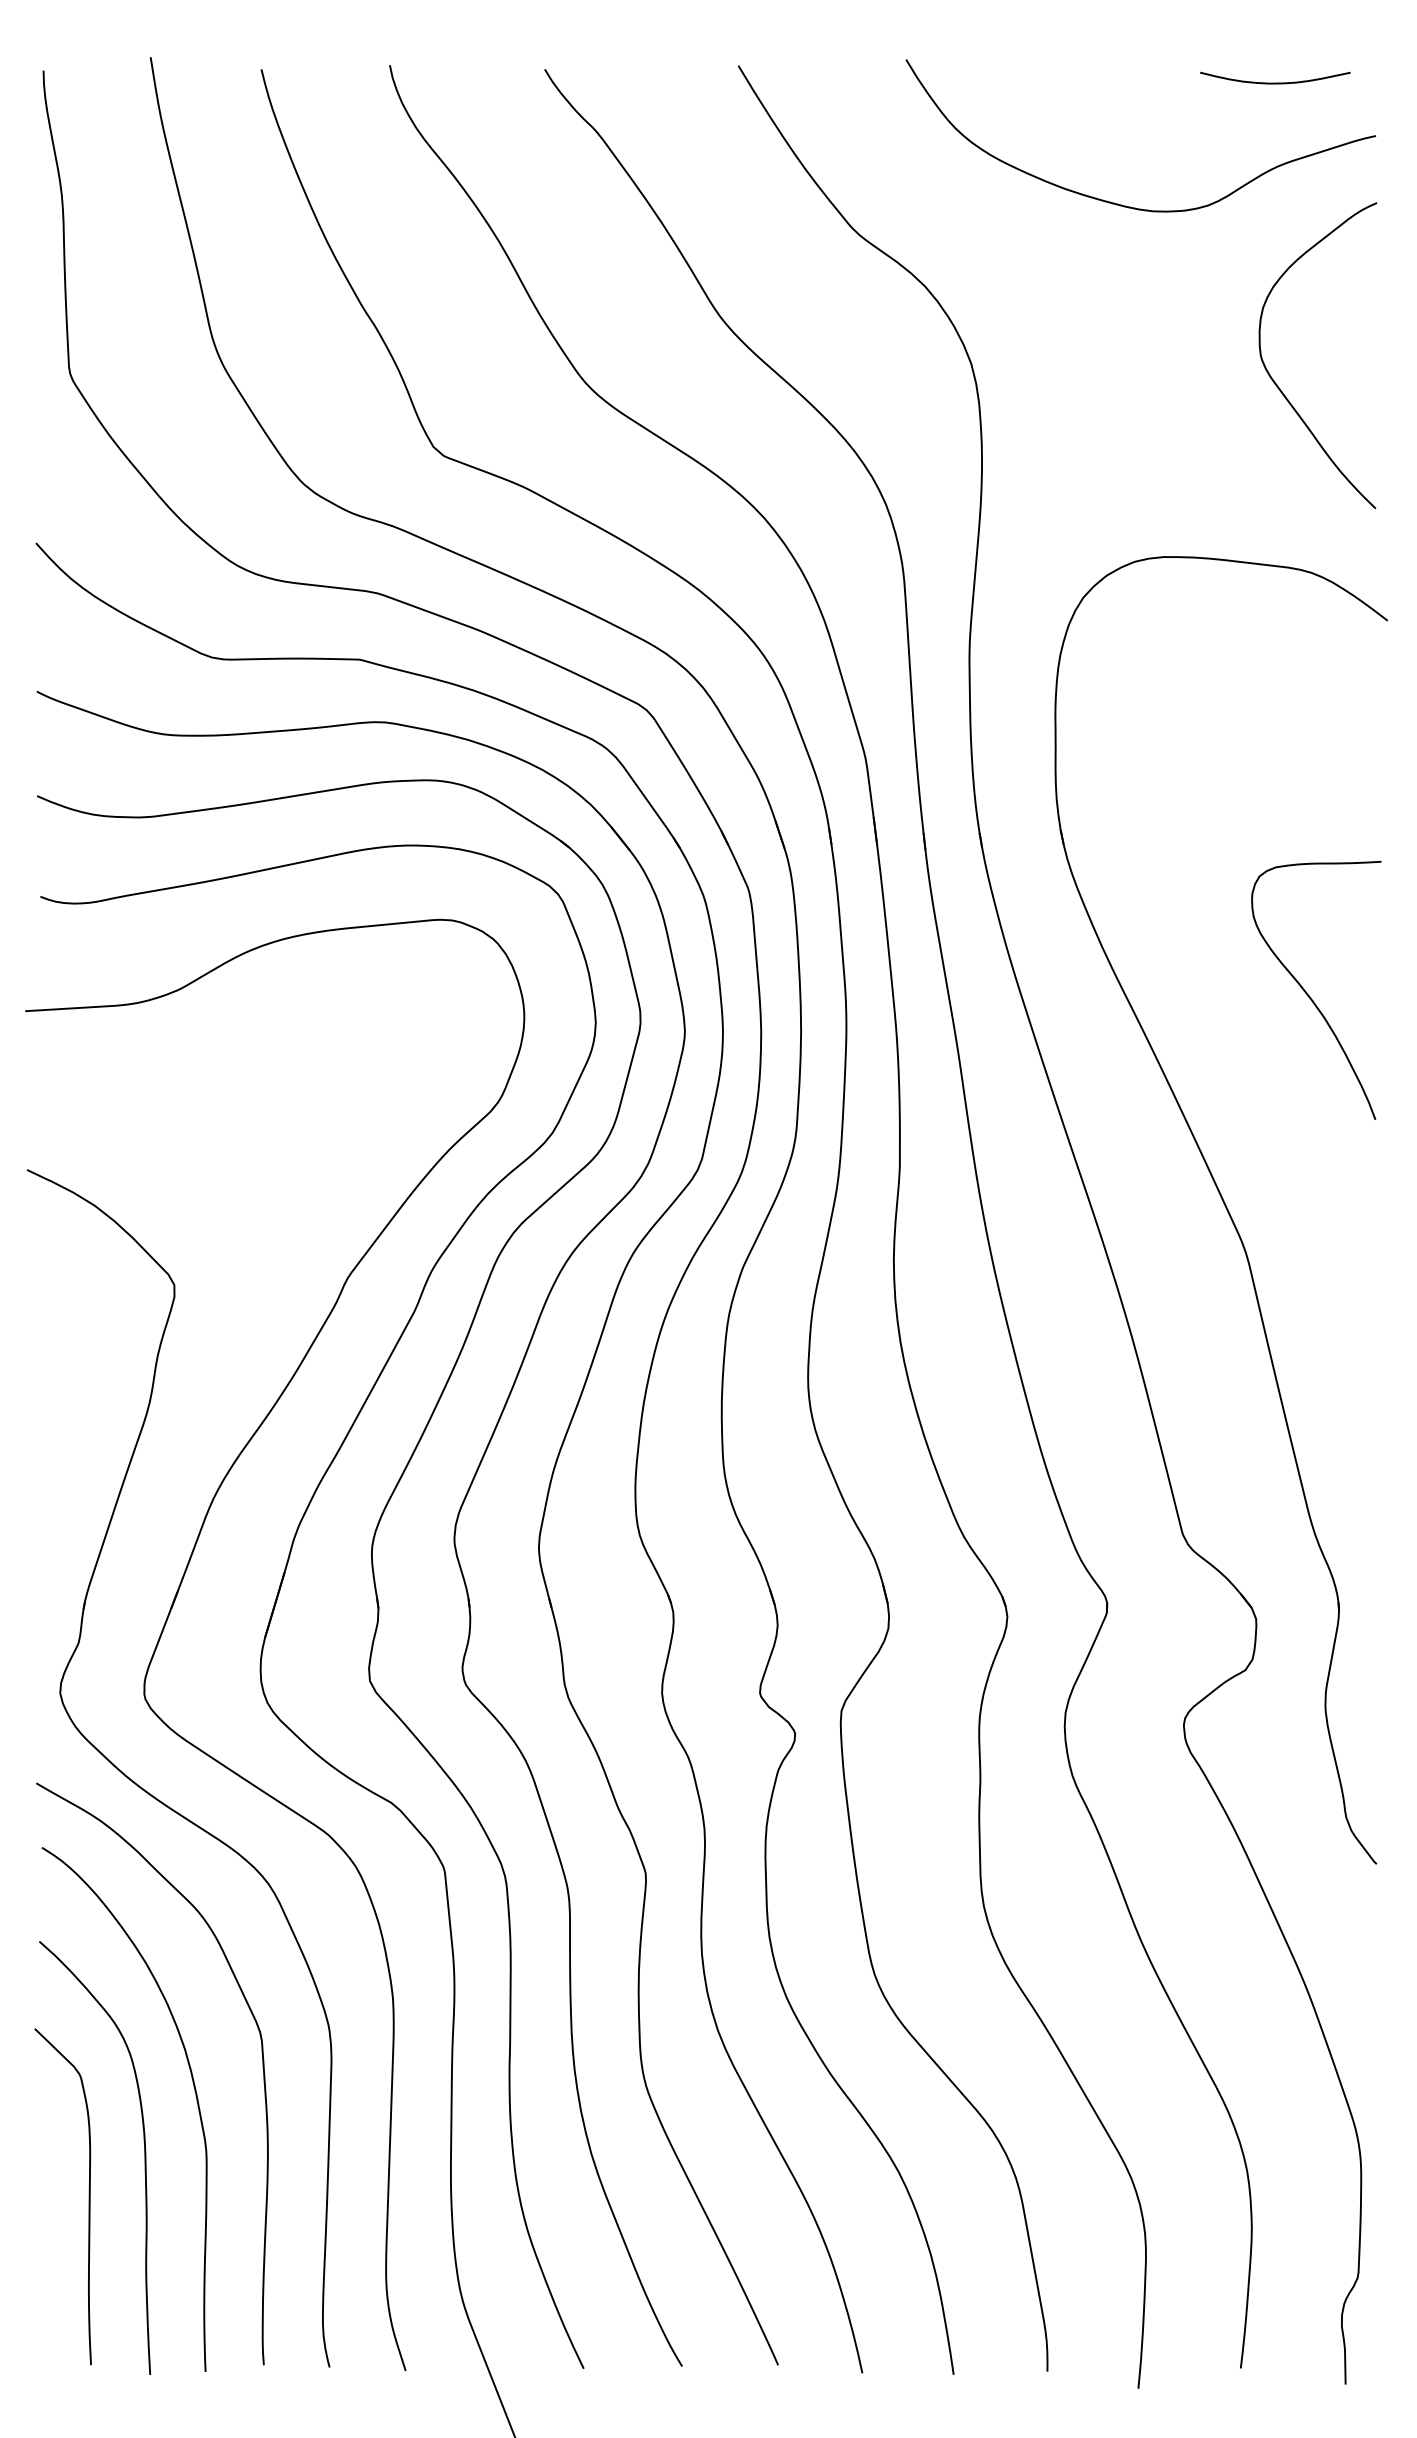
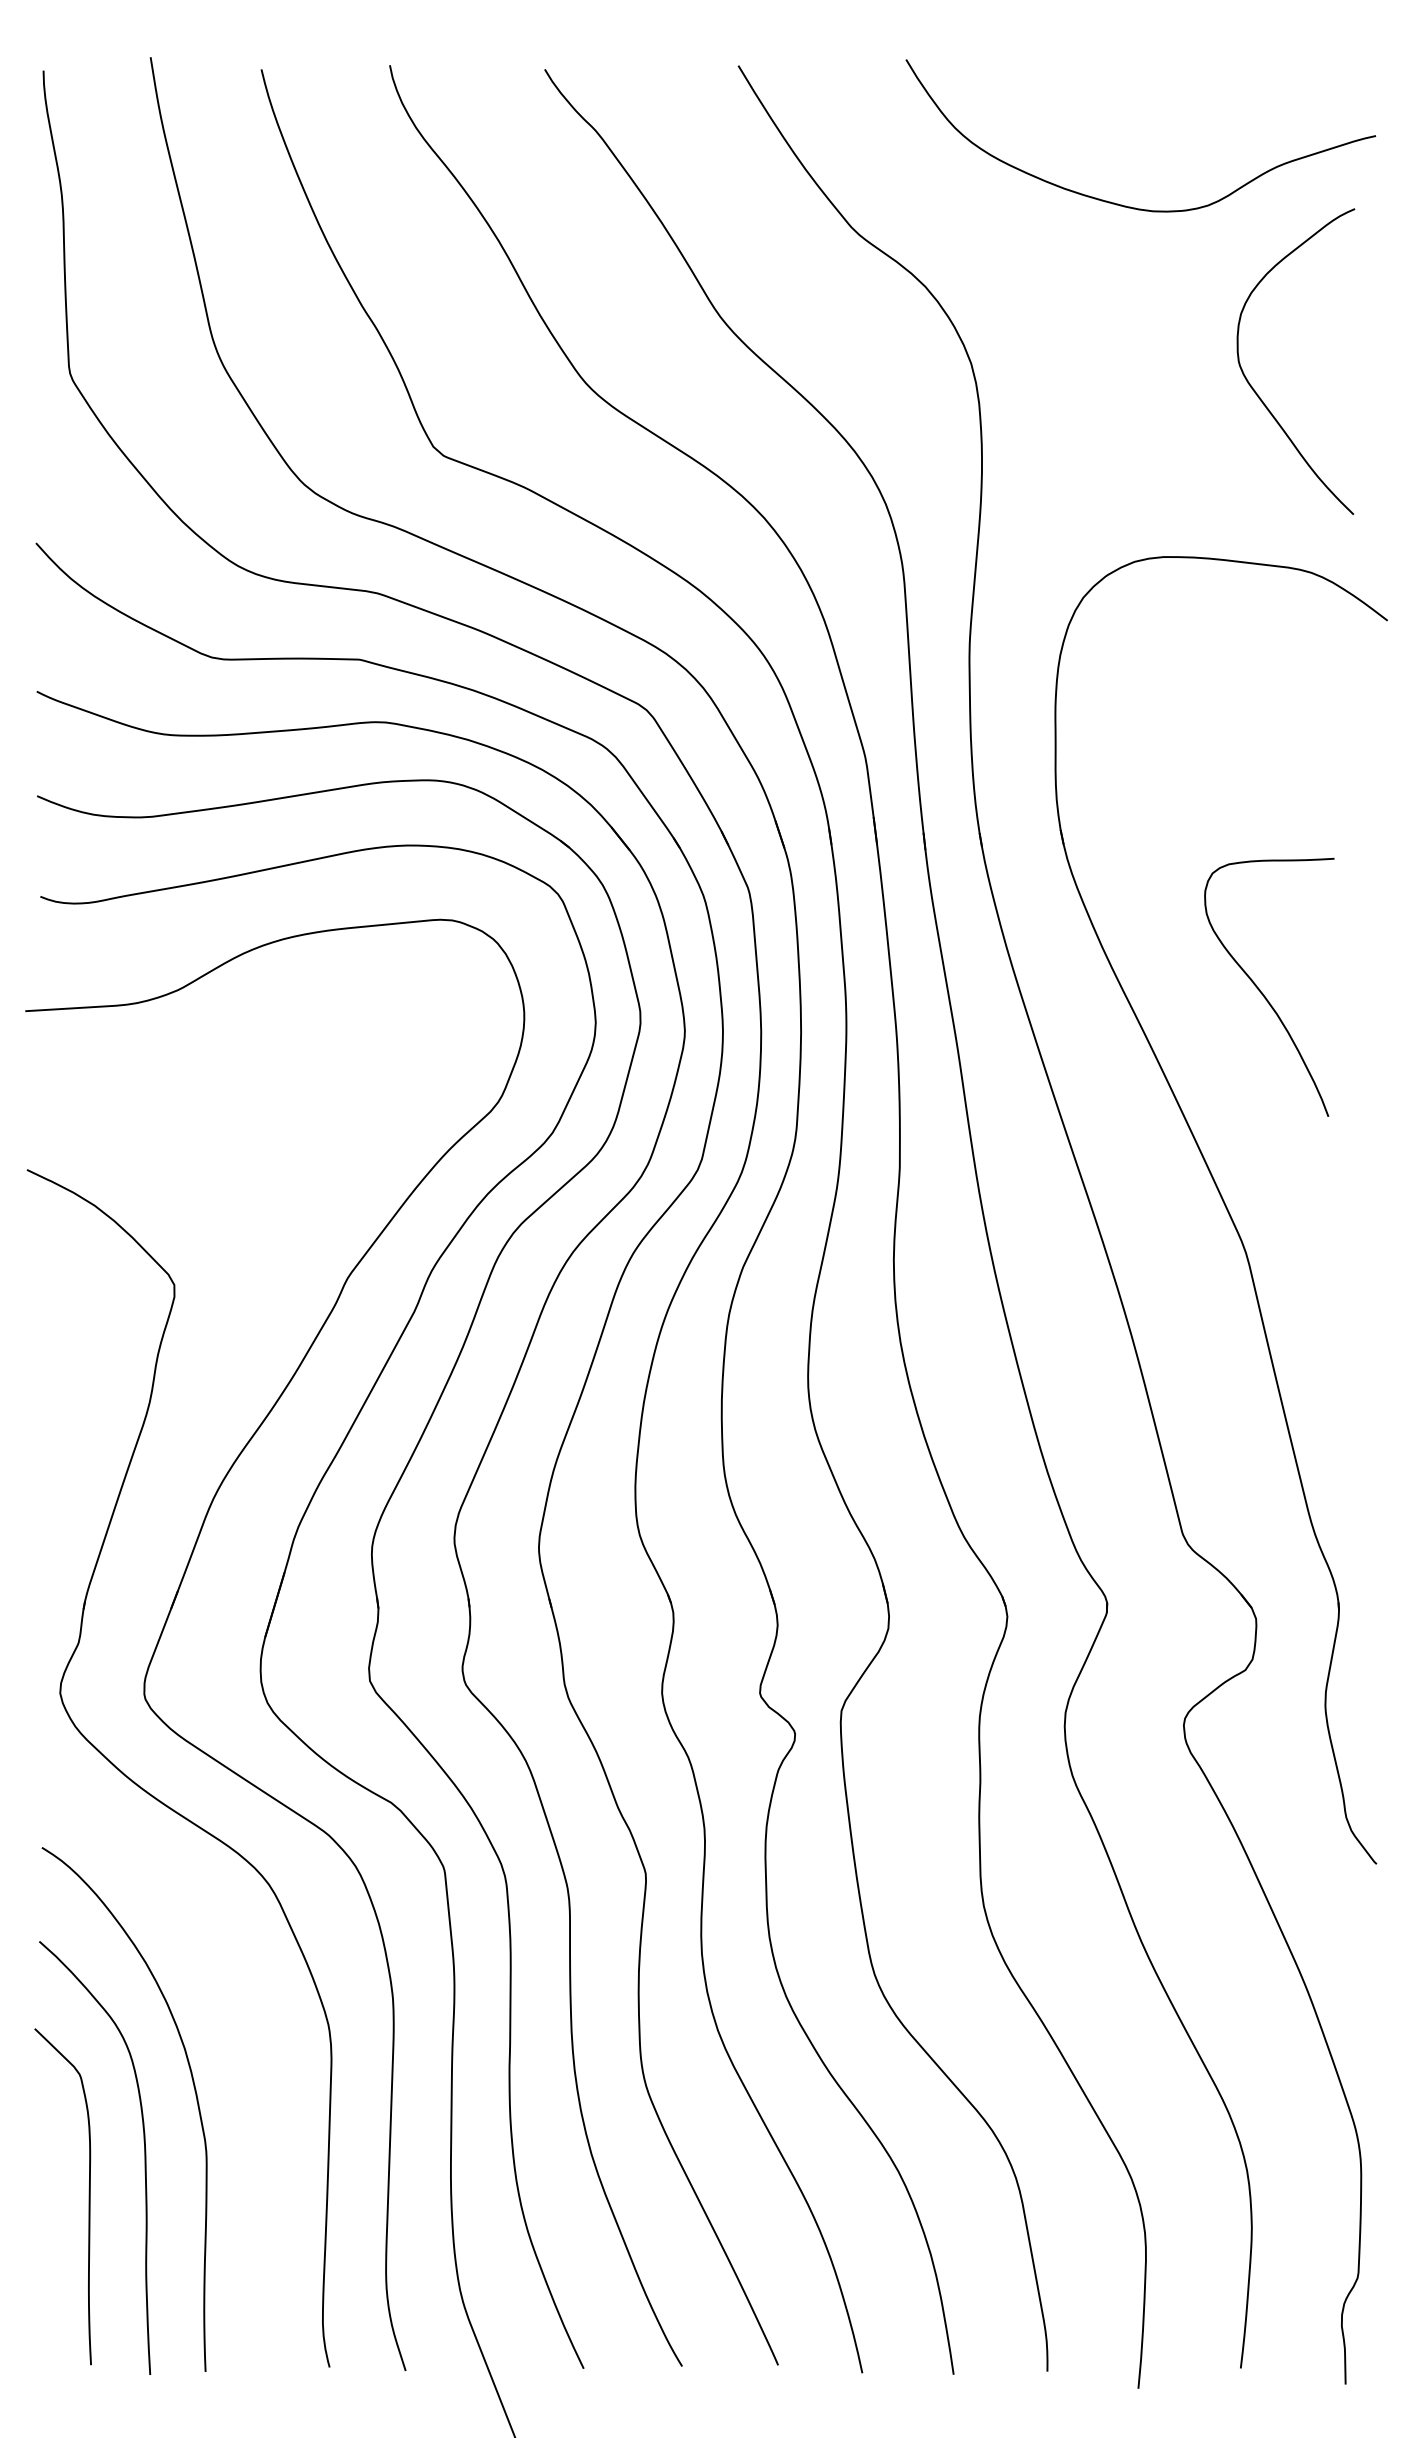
curve at (1275, 82): present -> none
curve at (1277, 384) position: (1277, 384) -> (1255, 390)
curve at (1309, 995) position: (1309, 995) -> (1262, 992)
curve at (262, 2068): present -> none
